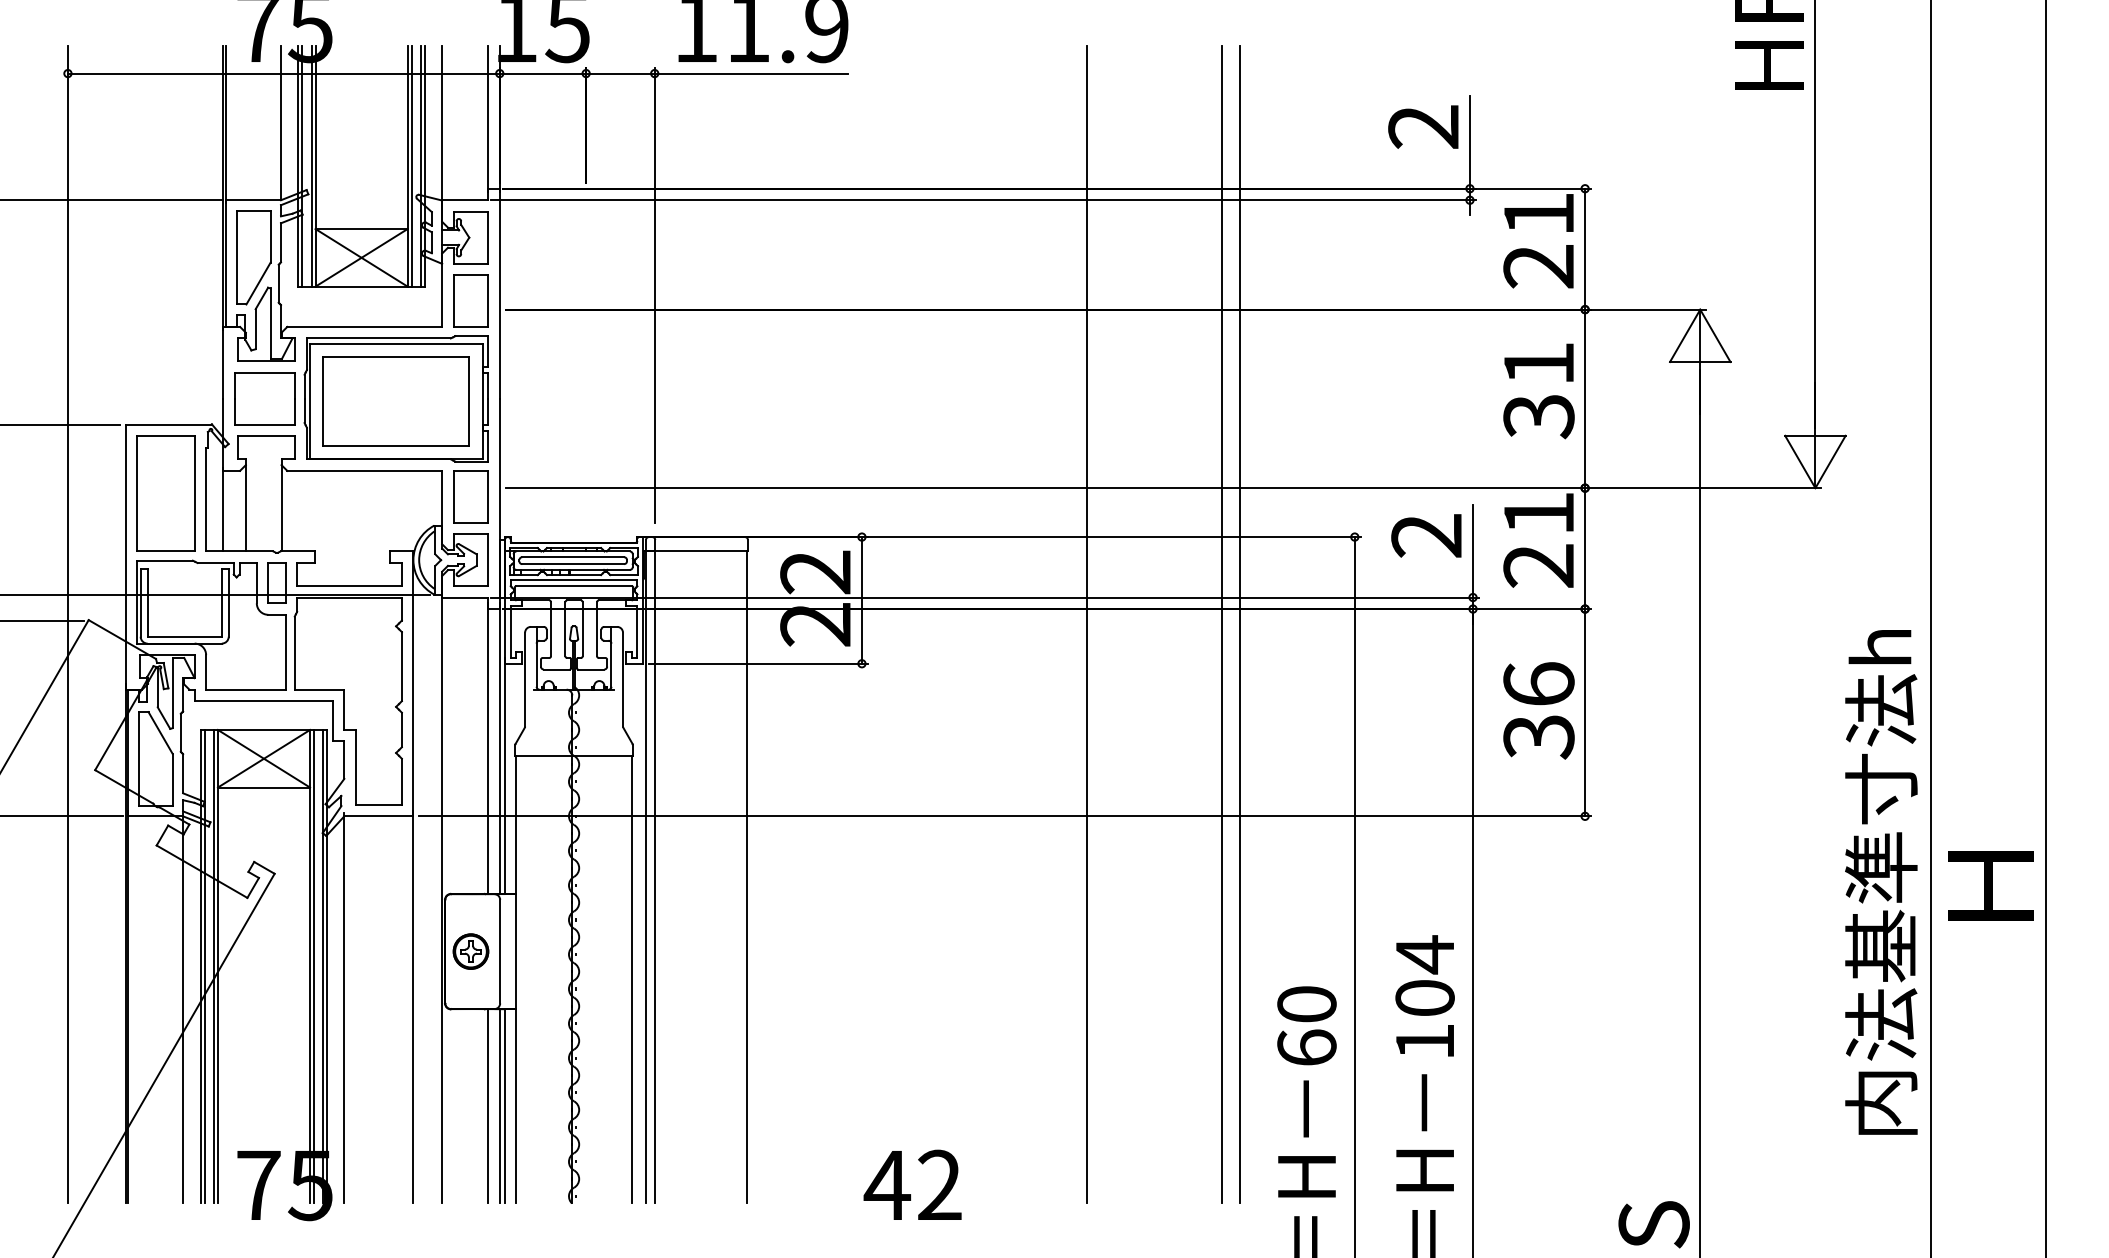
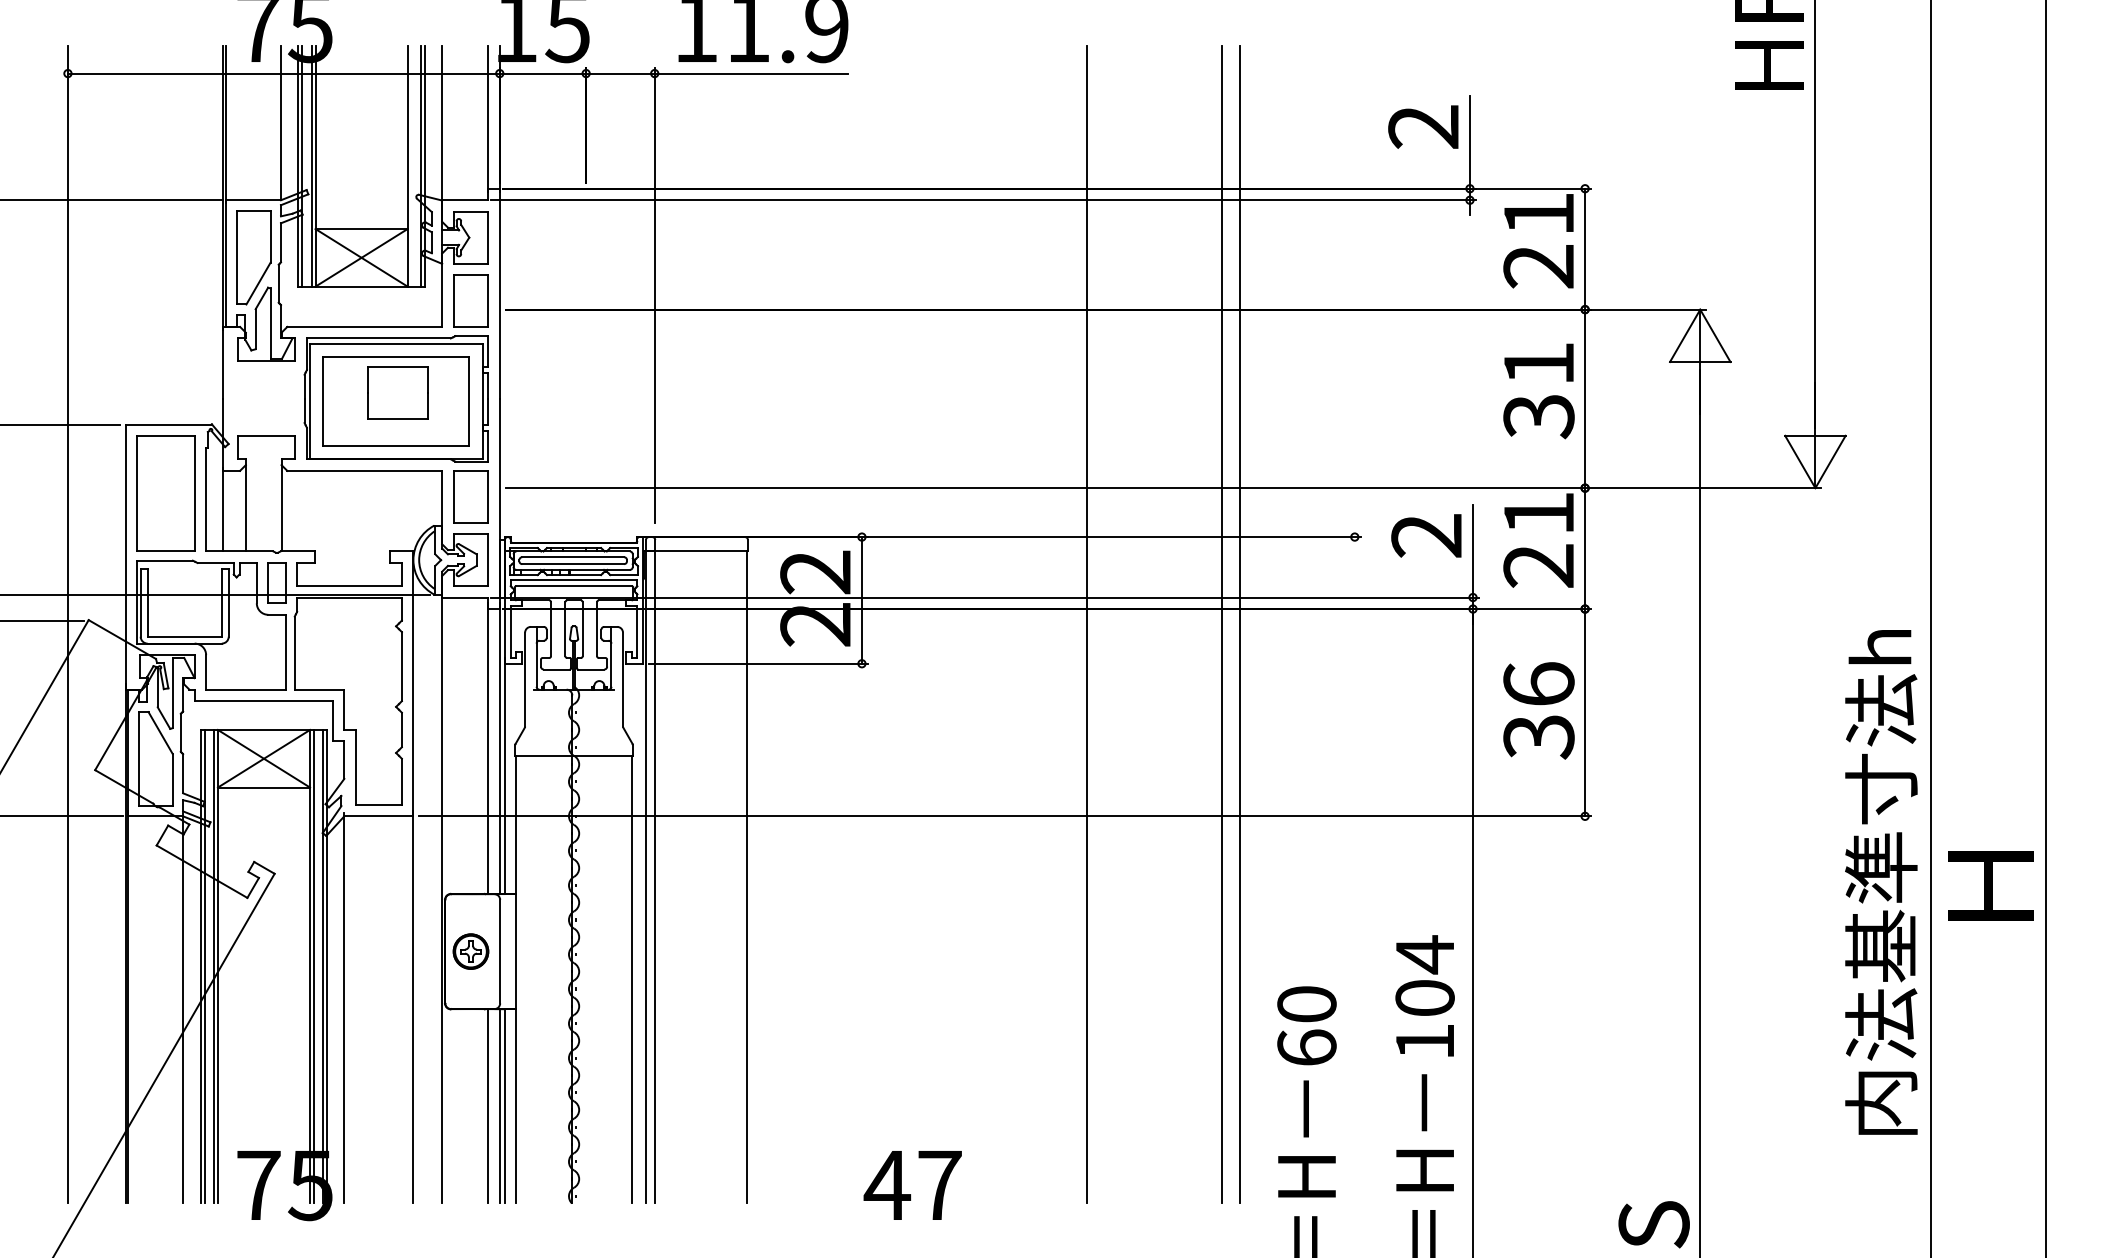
line at (411, 166): present -> none
part at (264, 398) position: (264, 398) -> (397, 392)
line at (1354, 895): present -> none
text at (939, 1184): 42 -> 47
